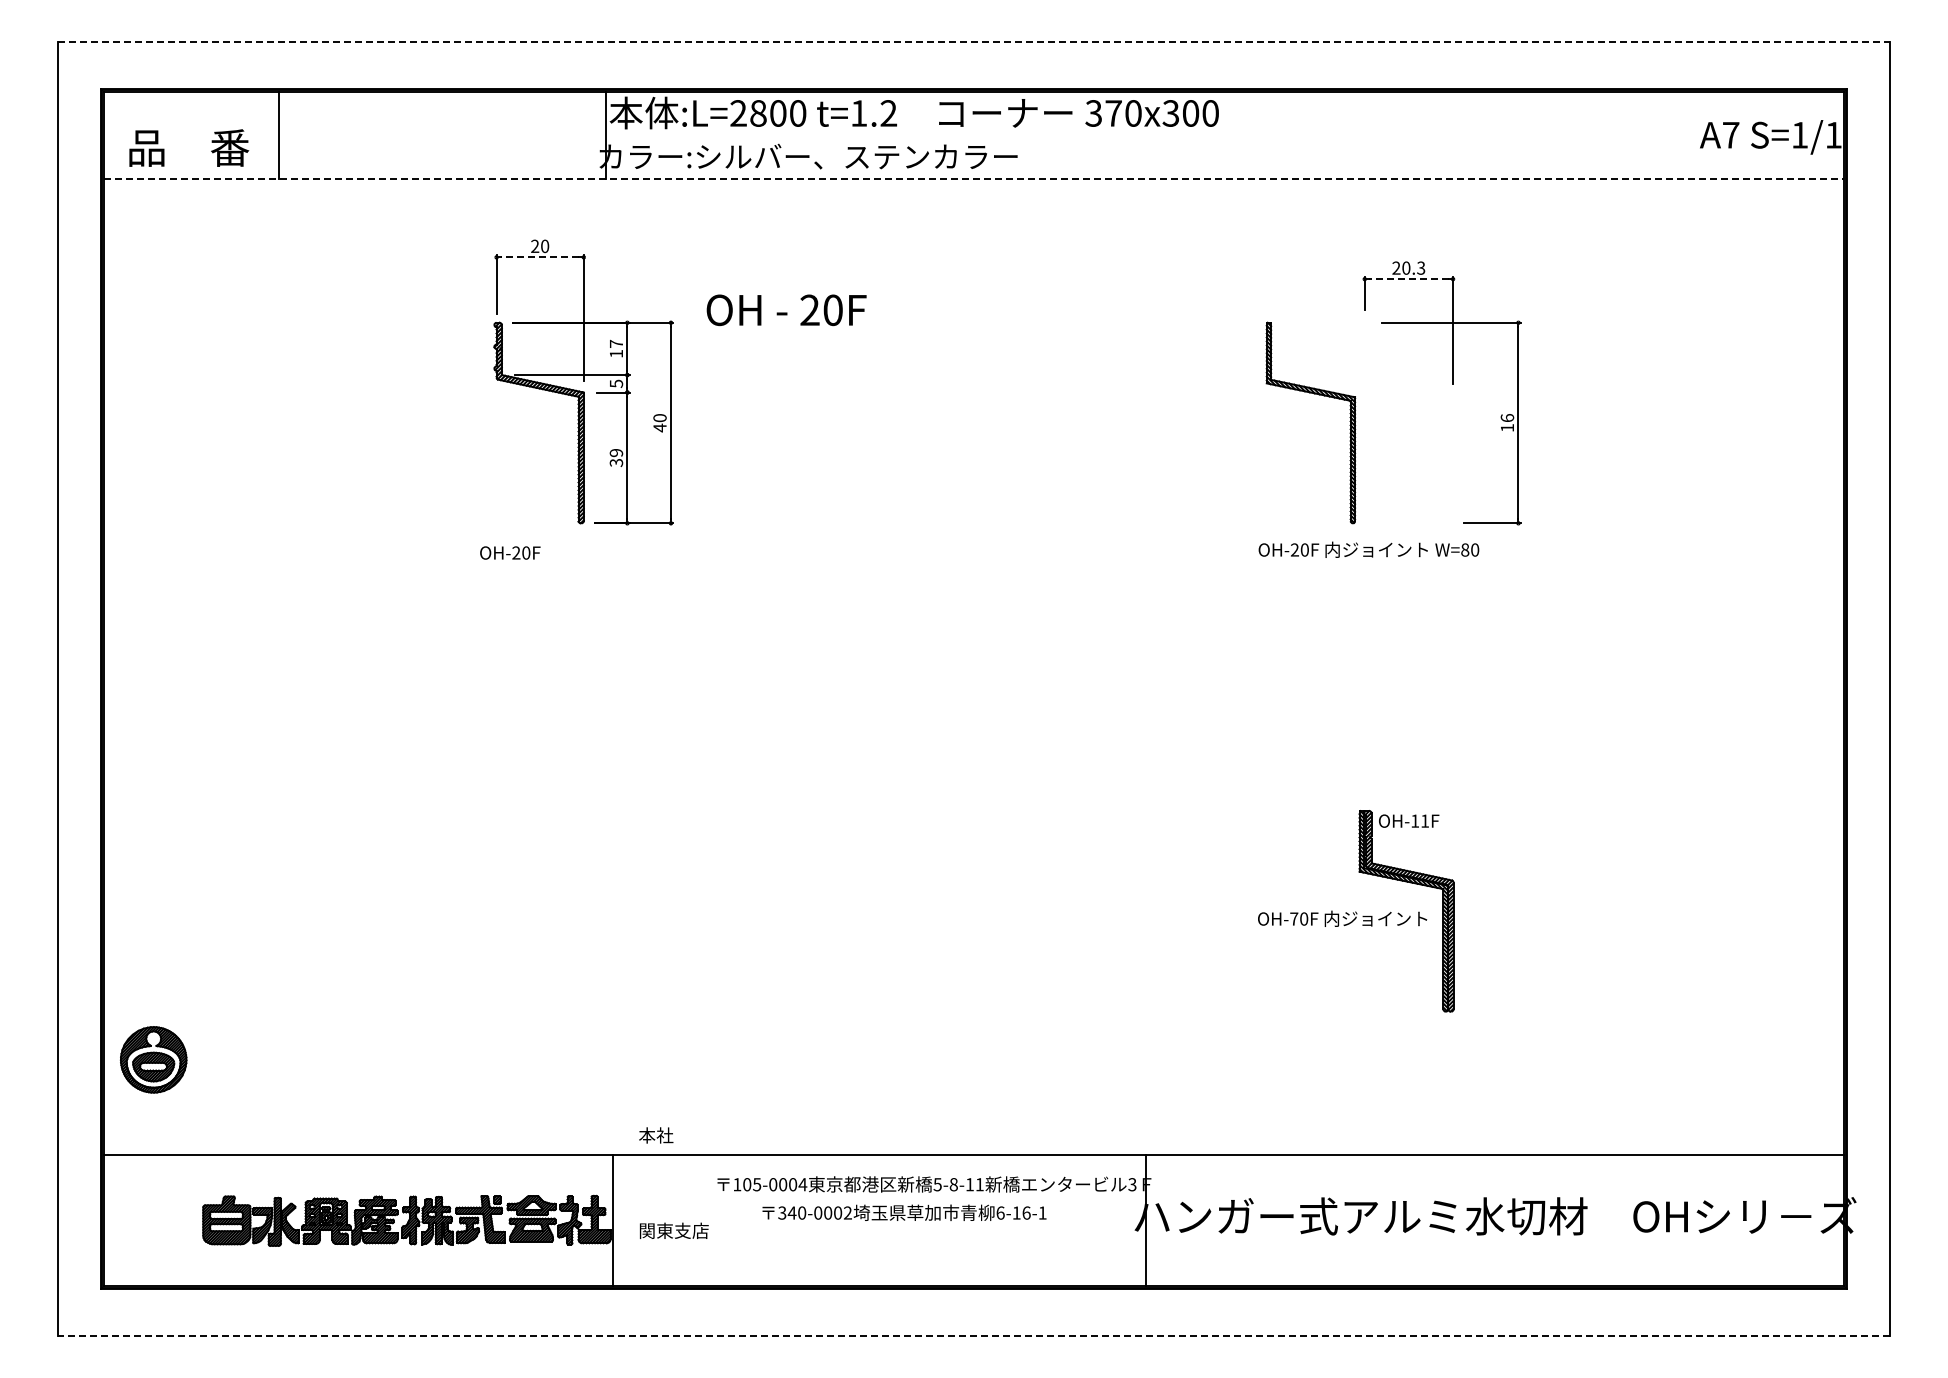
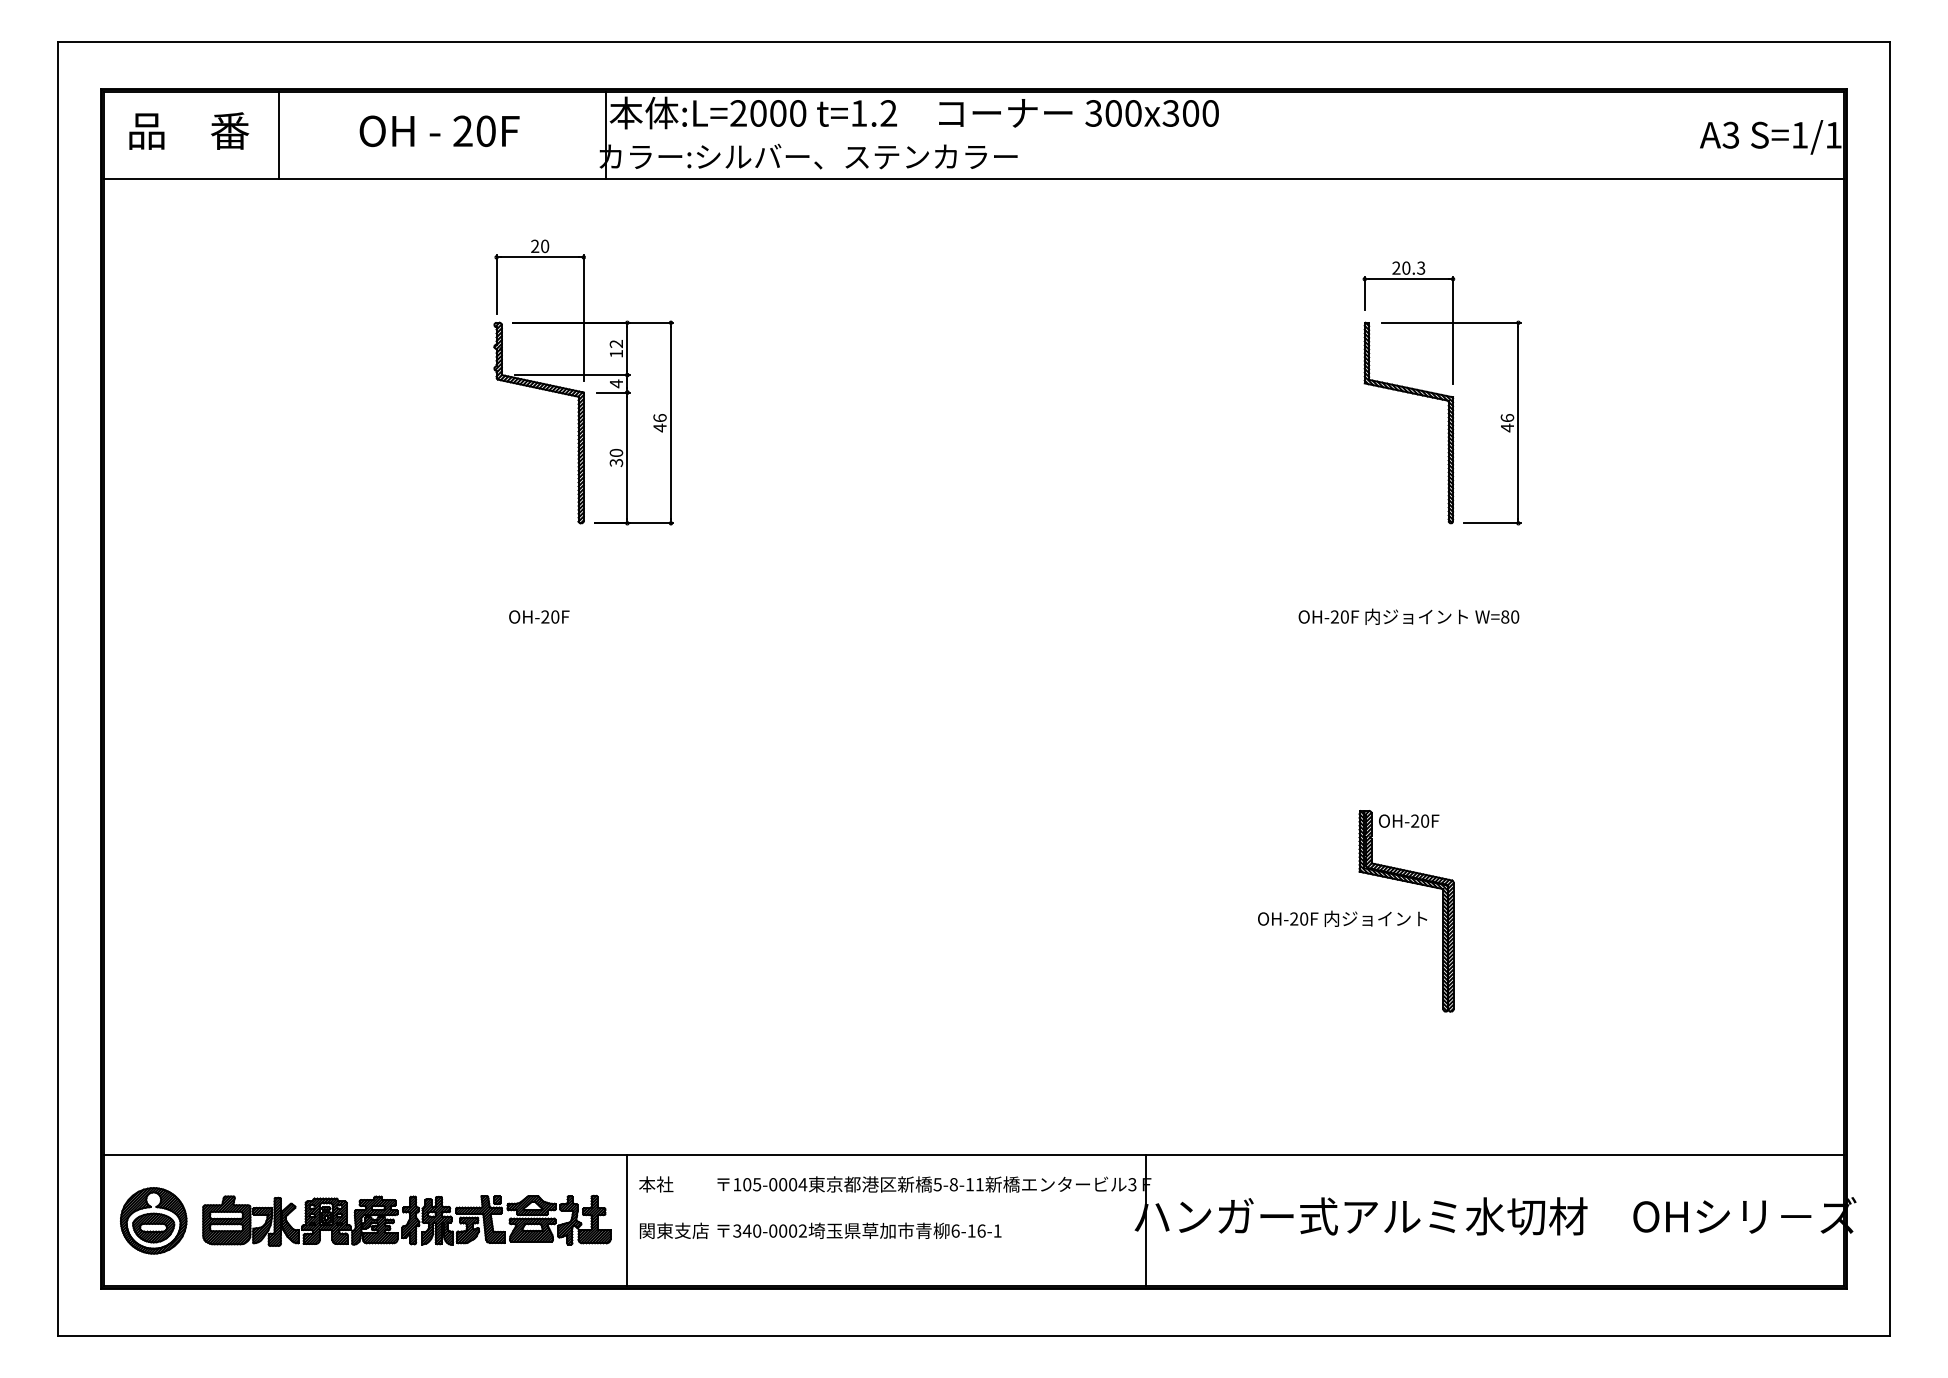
line at (973, 41): dashed -> solid
text at (758, 113): :L=2800 -> :L=2000
text at (1113, 113): 370x300 -> 300x300
text at (1730, 134): A7 -> A3
text at (189, 147) position: (189, 147) -> (189, 130)
line at (973, 178): dashed -> solid
line at (539, 257): dashed -> solid
line at (1408, 279): dashed -> solid
text at (786, 310) position: (786, 310) -> (439, 131)
text at (615, 343): 17 -> 12
text at (616, 383): 5 -> 4
part at (1318, 395) position: (1318, 395) -> (1416, 395)
text at (659, 418): 40 -> 46
text at (1507, 427): 16 -> 46
text at (616, 452): 39 -> 30
text at (1368, 549) position: (1368, 549) -> (1408, 616)
text at (510, 552) position: (510, 552) -> (539, 616)
text at (1420, 820): OH-11F -> OH-20F
text at (1294, 918): OH-70F -> OH-20F
part at (153, 1059) position: (153, 1059) -> (153, 1220)
text at (656, 1135) position: (656, 1135) -> (656, 1184)
text at (904, 1212) position: (904, 1212) -> (859, 1230)
line at (613, 1220) position: (613, 1220) -> (627, 1220)
line at (973, 1336): dashed -> solid
